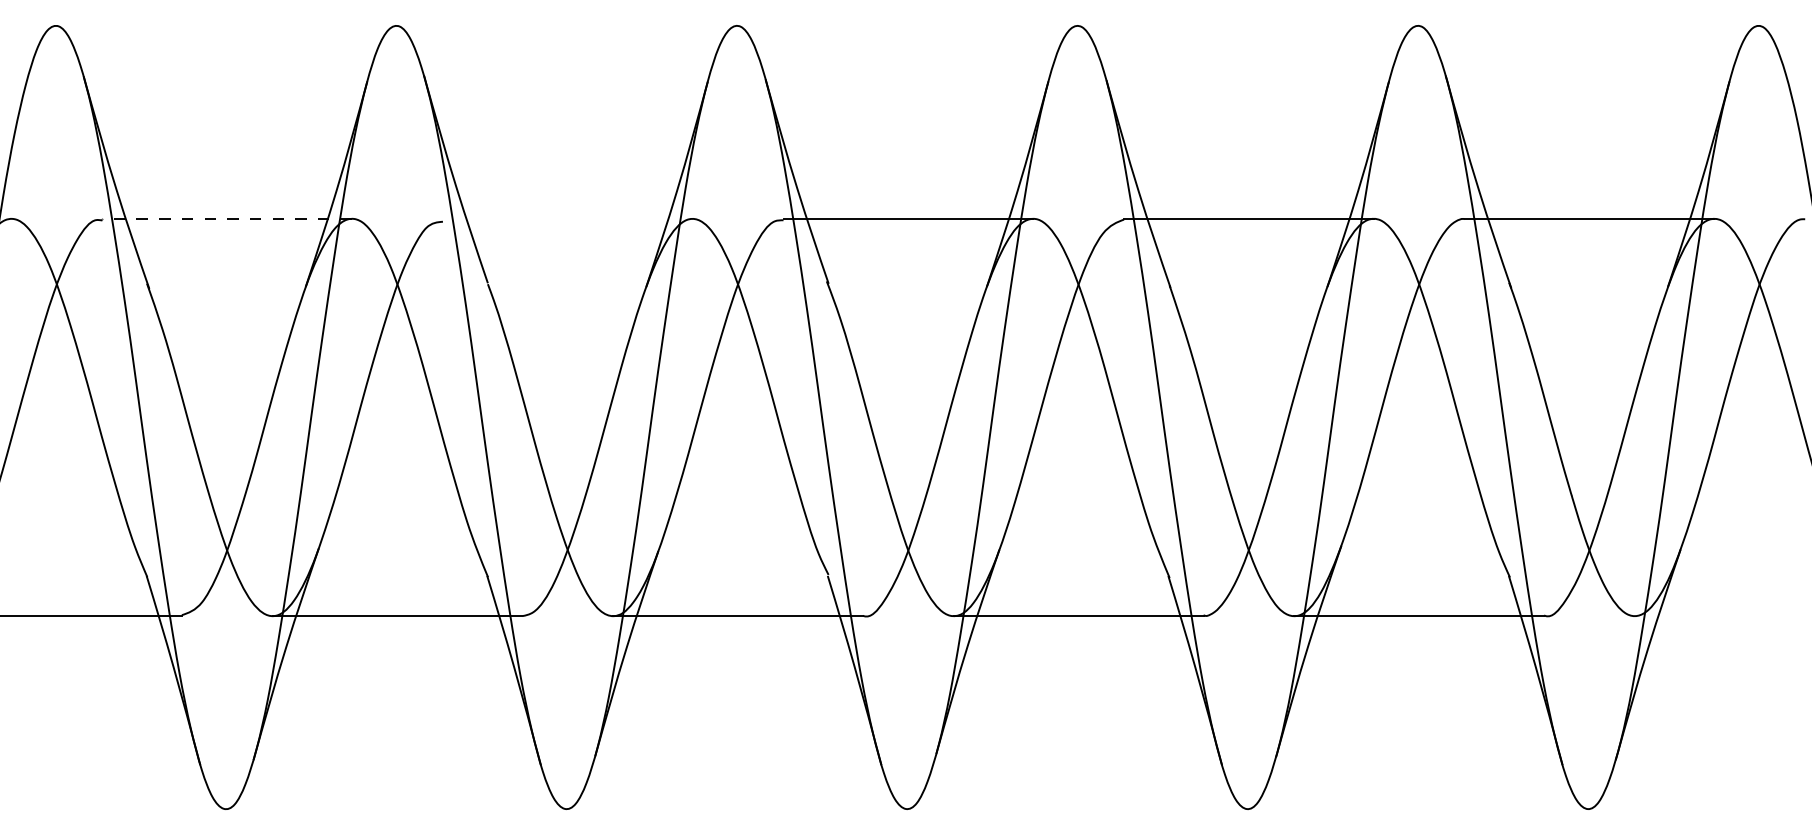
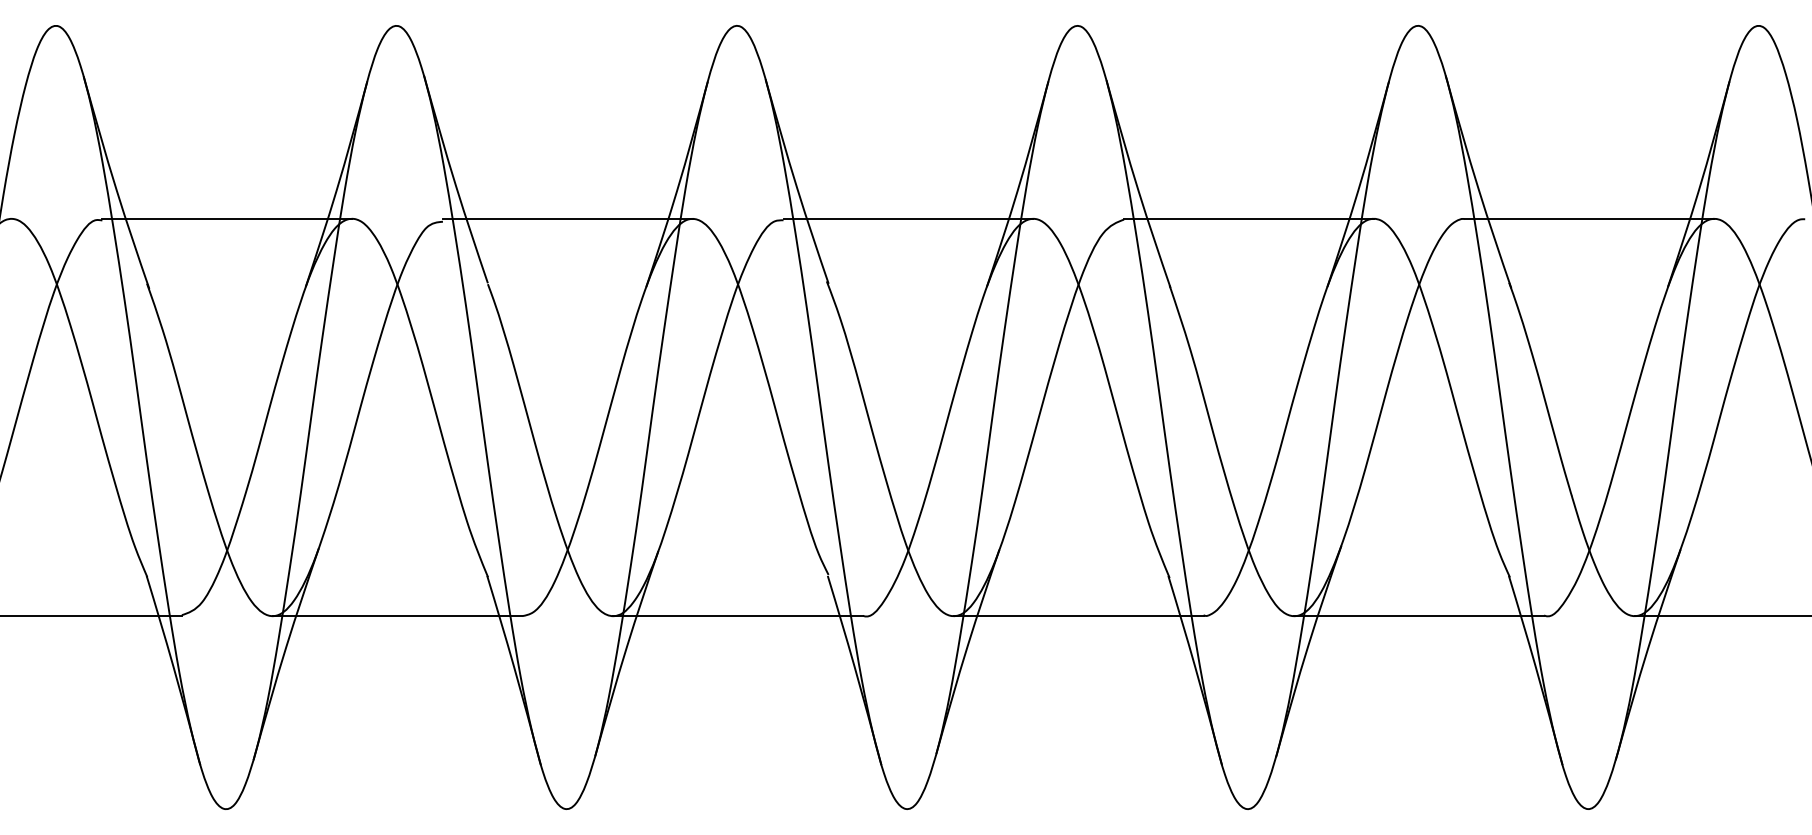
line at (227, 218): dashed -> solid
line at (567, 218): none -> present
line at (1721, 616): none -> present
